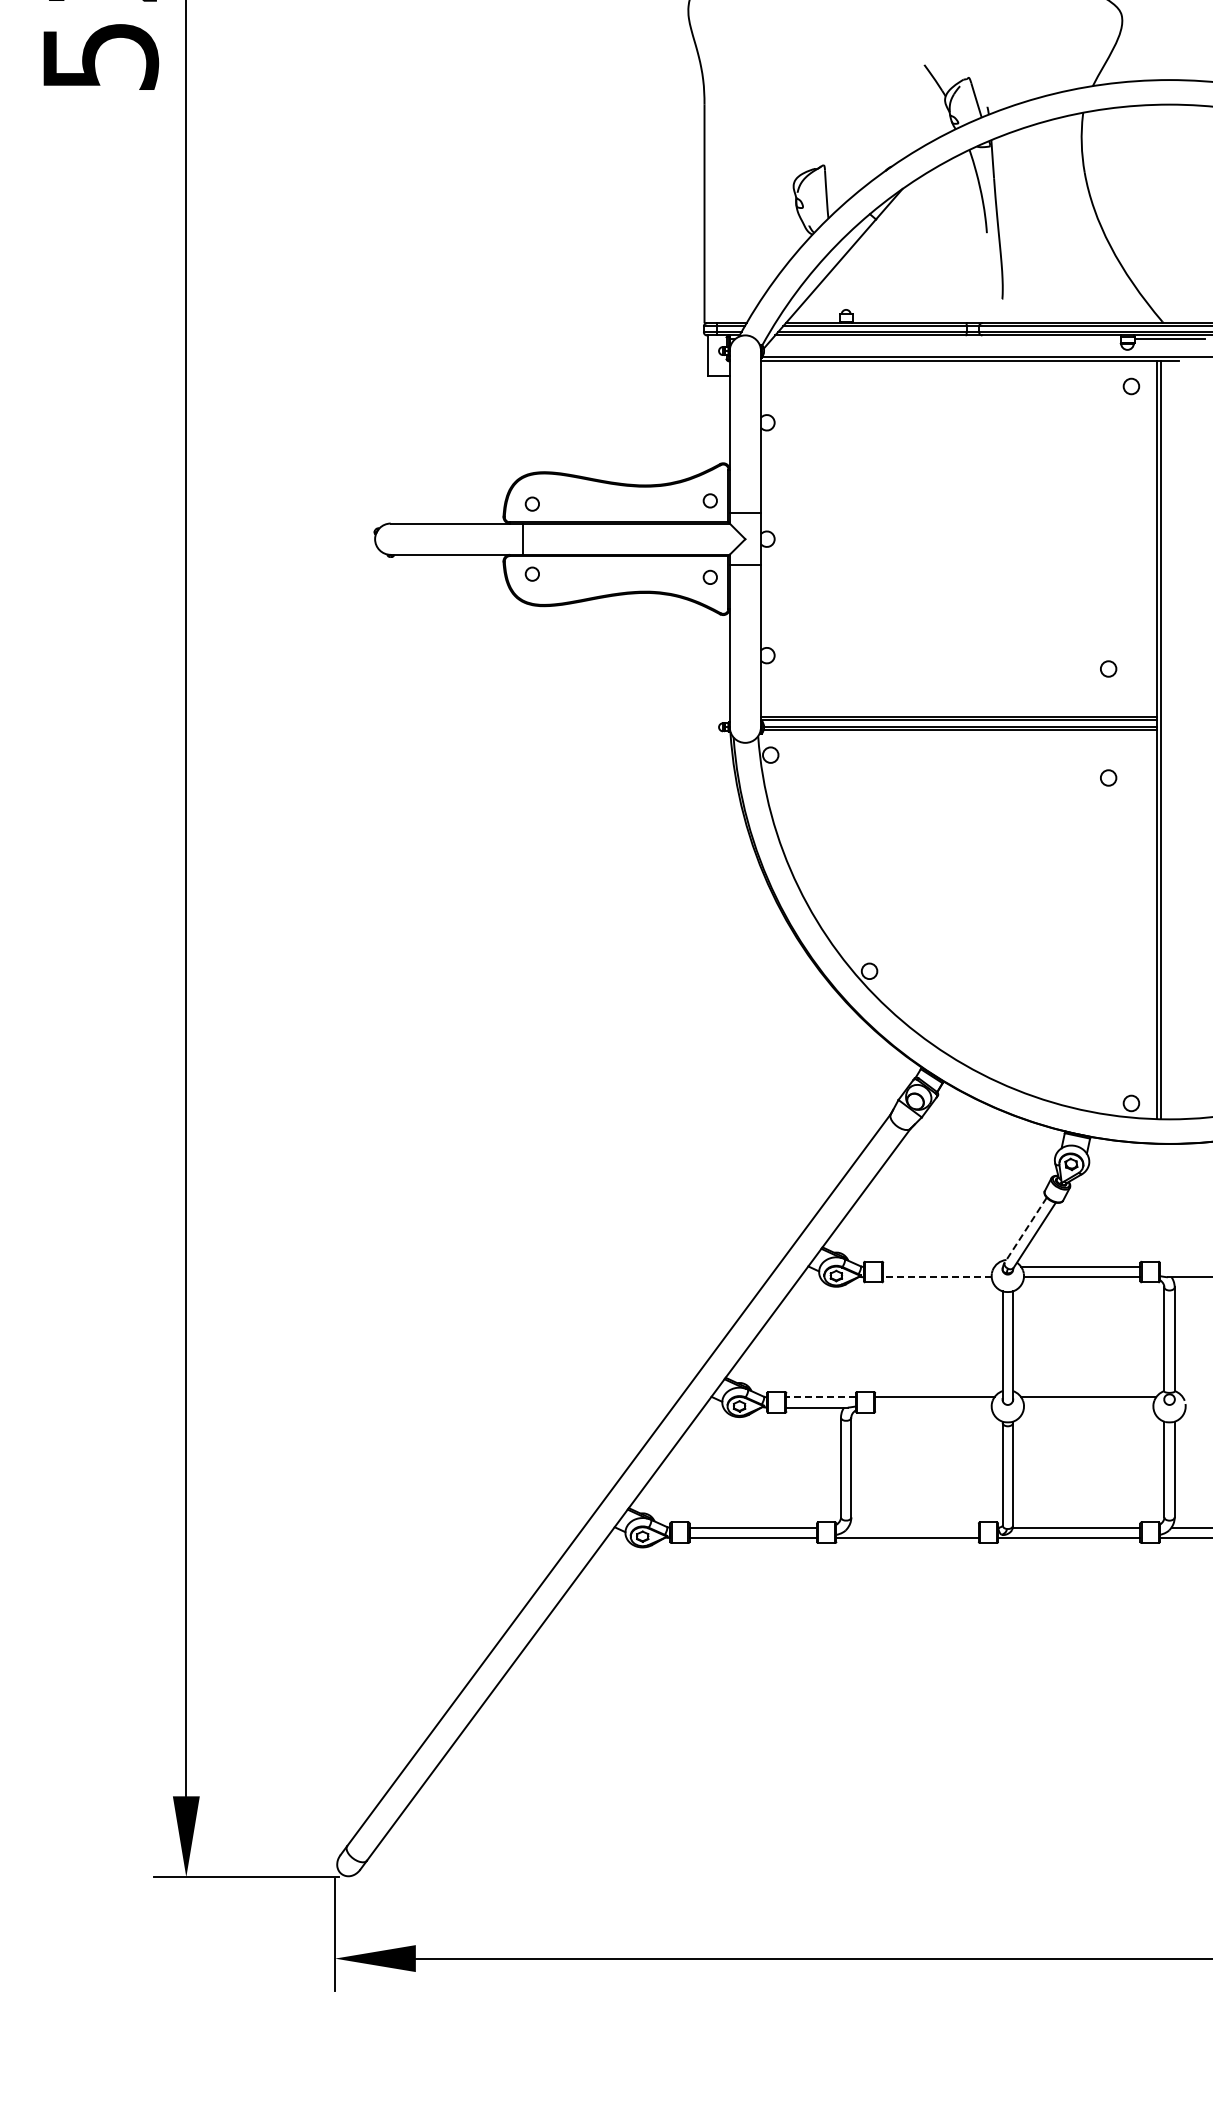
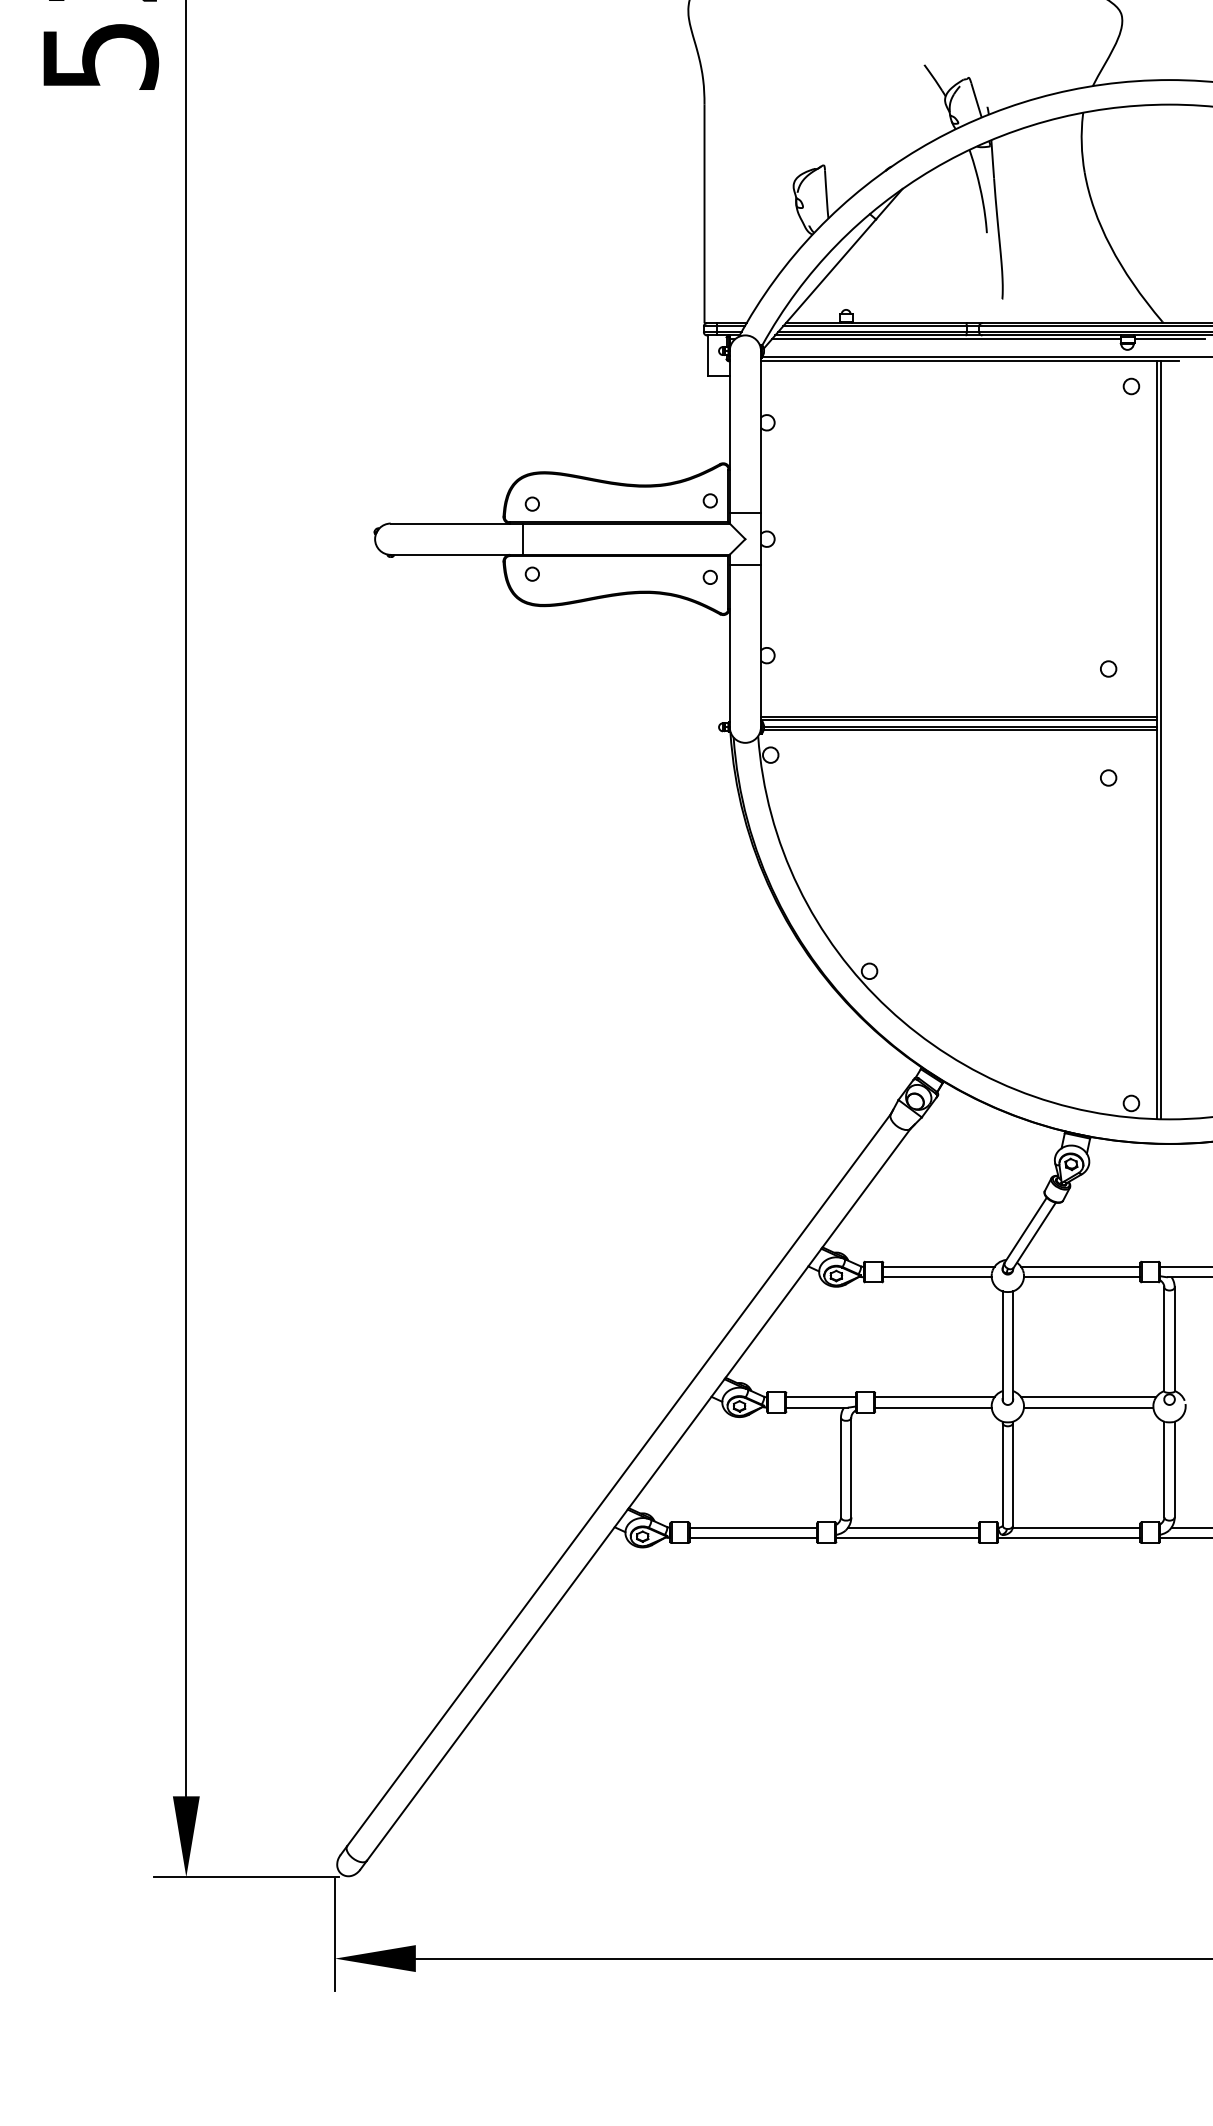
line at (945, 339): none -> present
line at (1025, 1230): dashed -> solid
line at (938, 1266): none -> present
line at (1184, 1266): none -> present
line at (937, 1277): dashed -> solid
line at (821, 1397): dashed -> solid
line at (933, 1407): none -> present
line at (1088, 1407): none -> present
line at (913, 1527): none -> present
